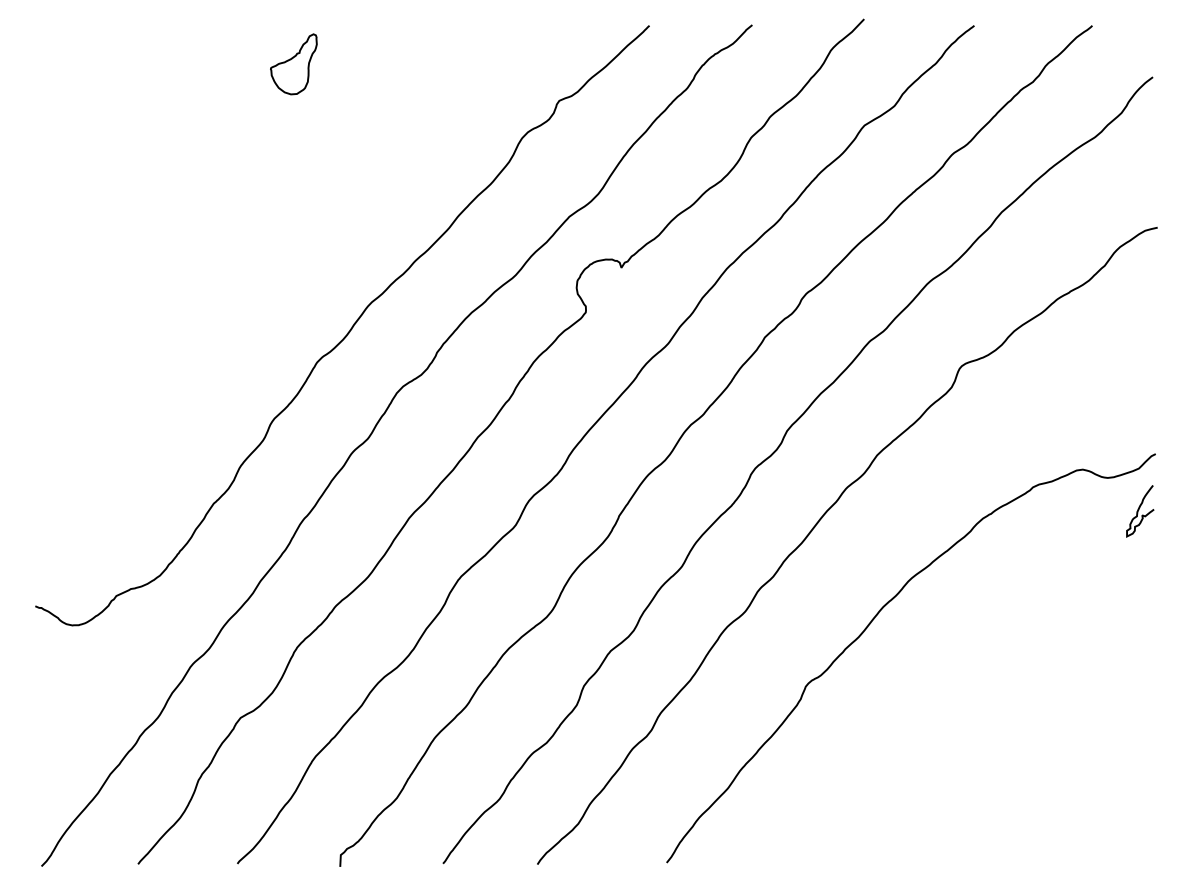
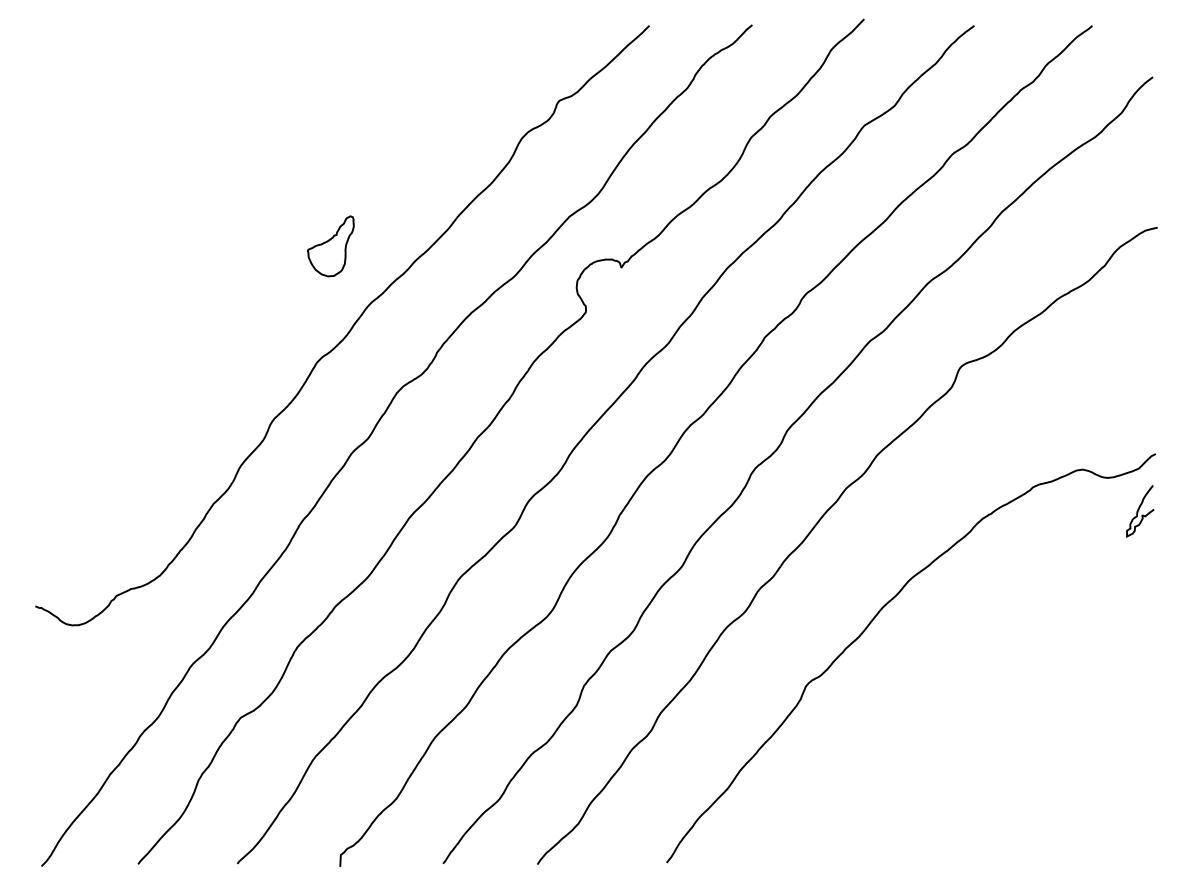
part at (293, 64) position: (293, 64) -> (330, 246)
